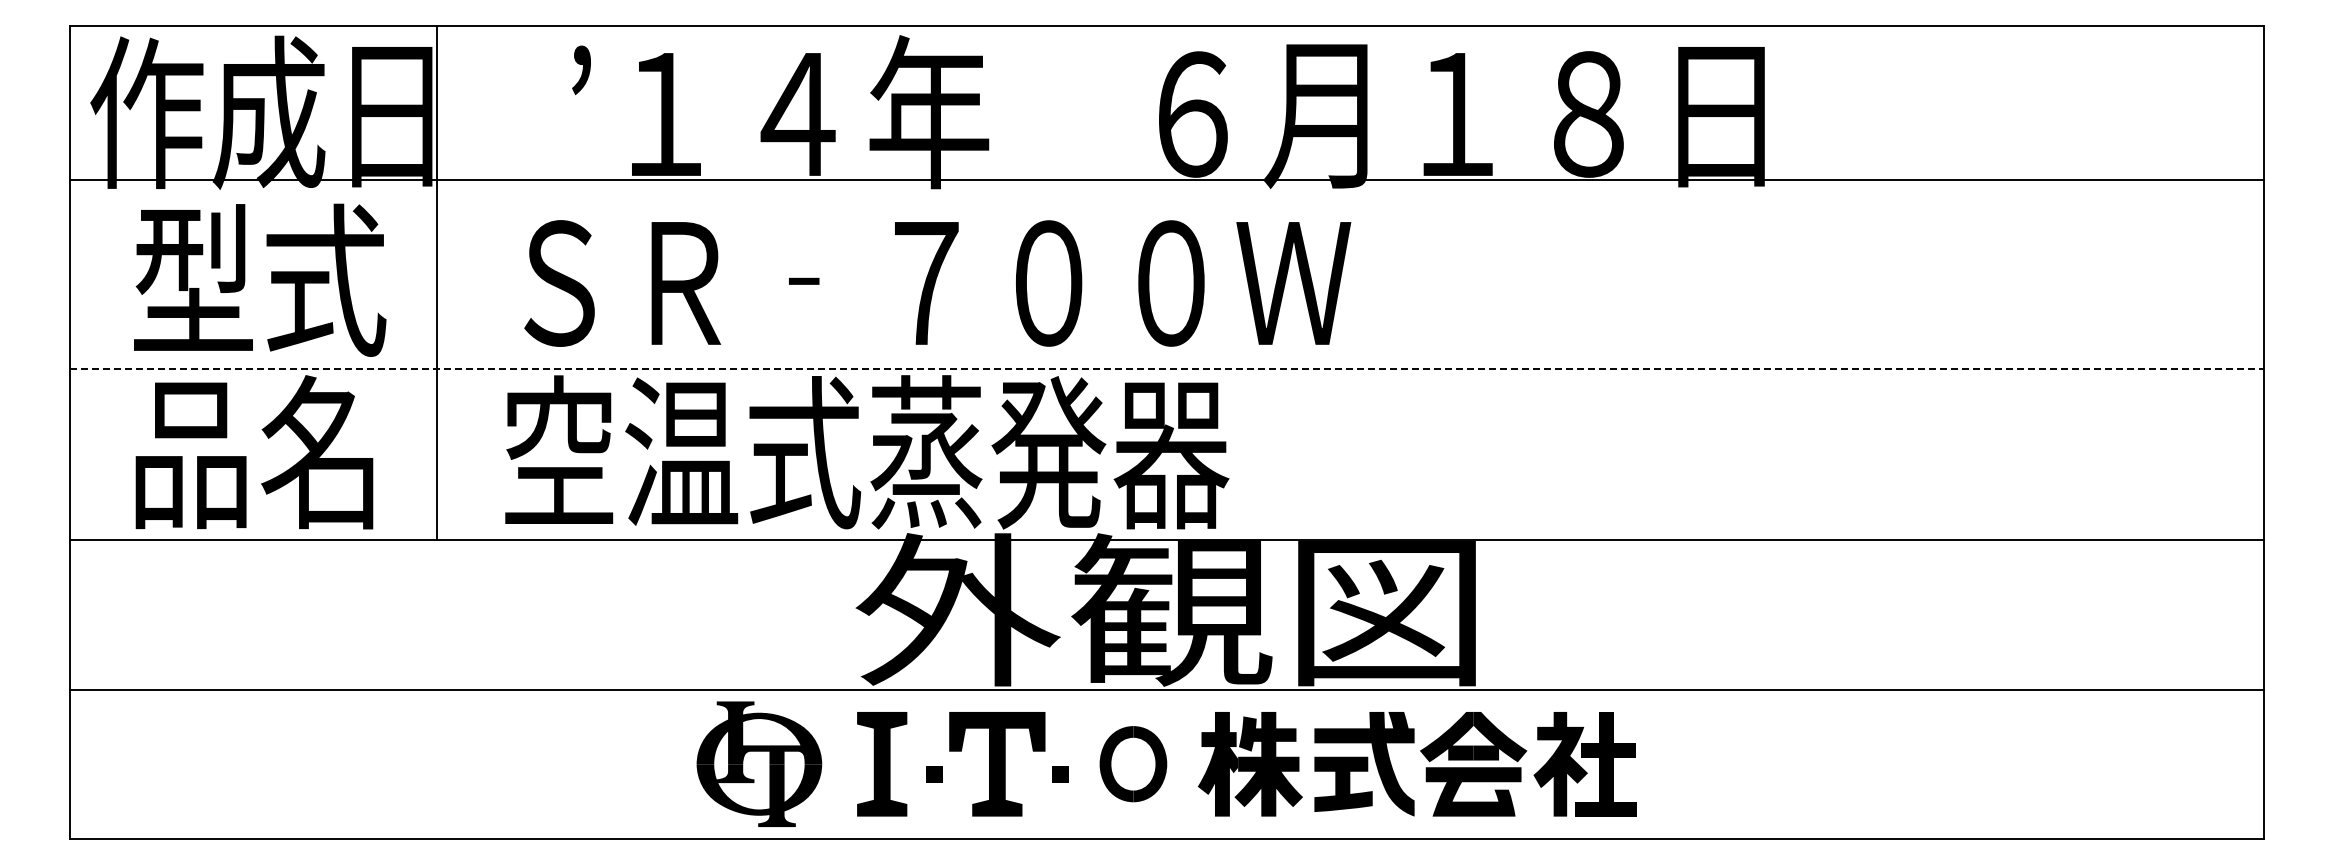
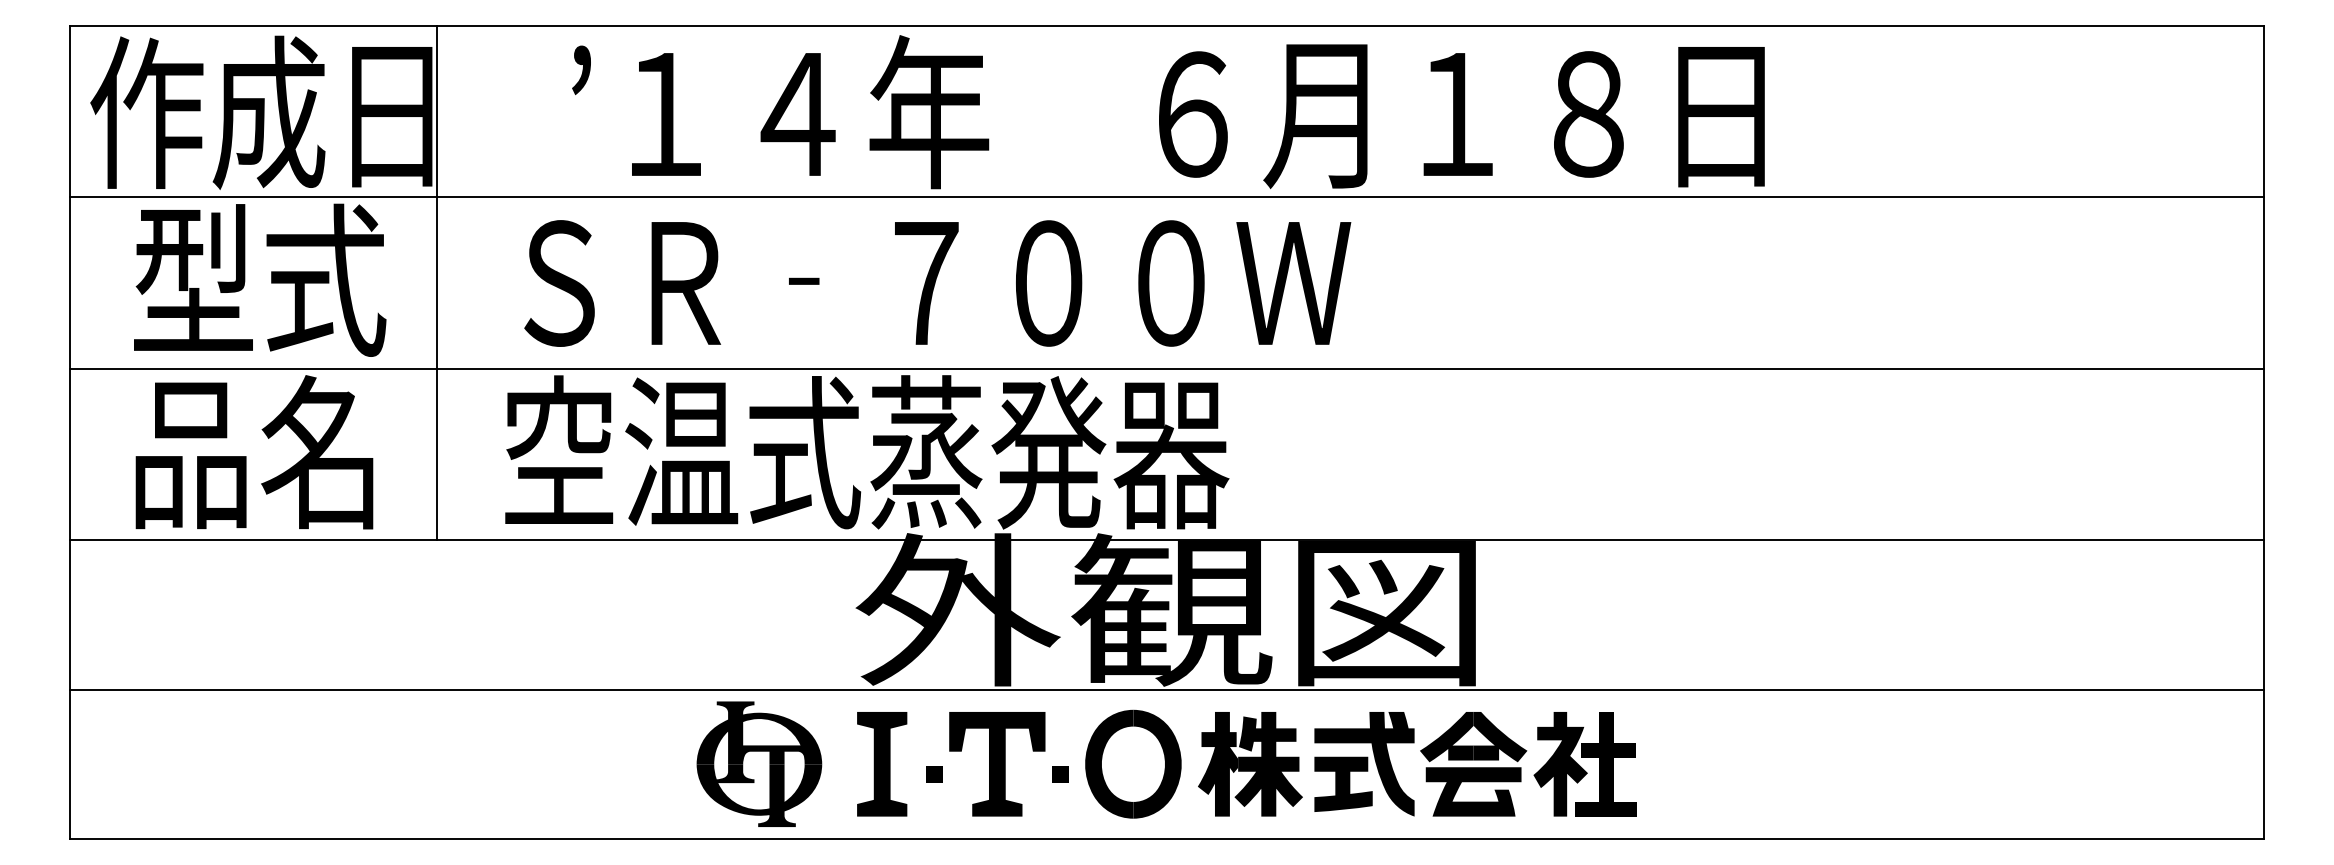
line at (1166, 180) position: (1166, 180) -> (1166, 197)
line at (1167, 368): dashed -> solid
part at (1133, 764) size: 69x77 px -> 97x110 px
